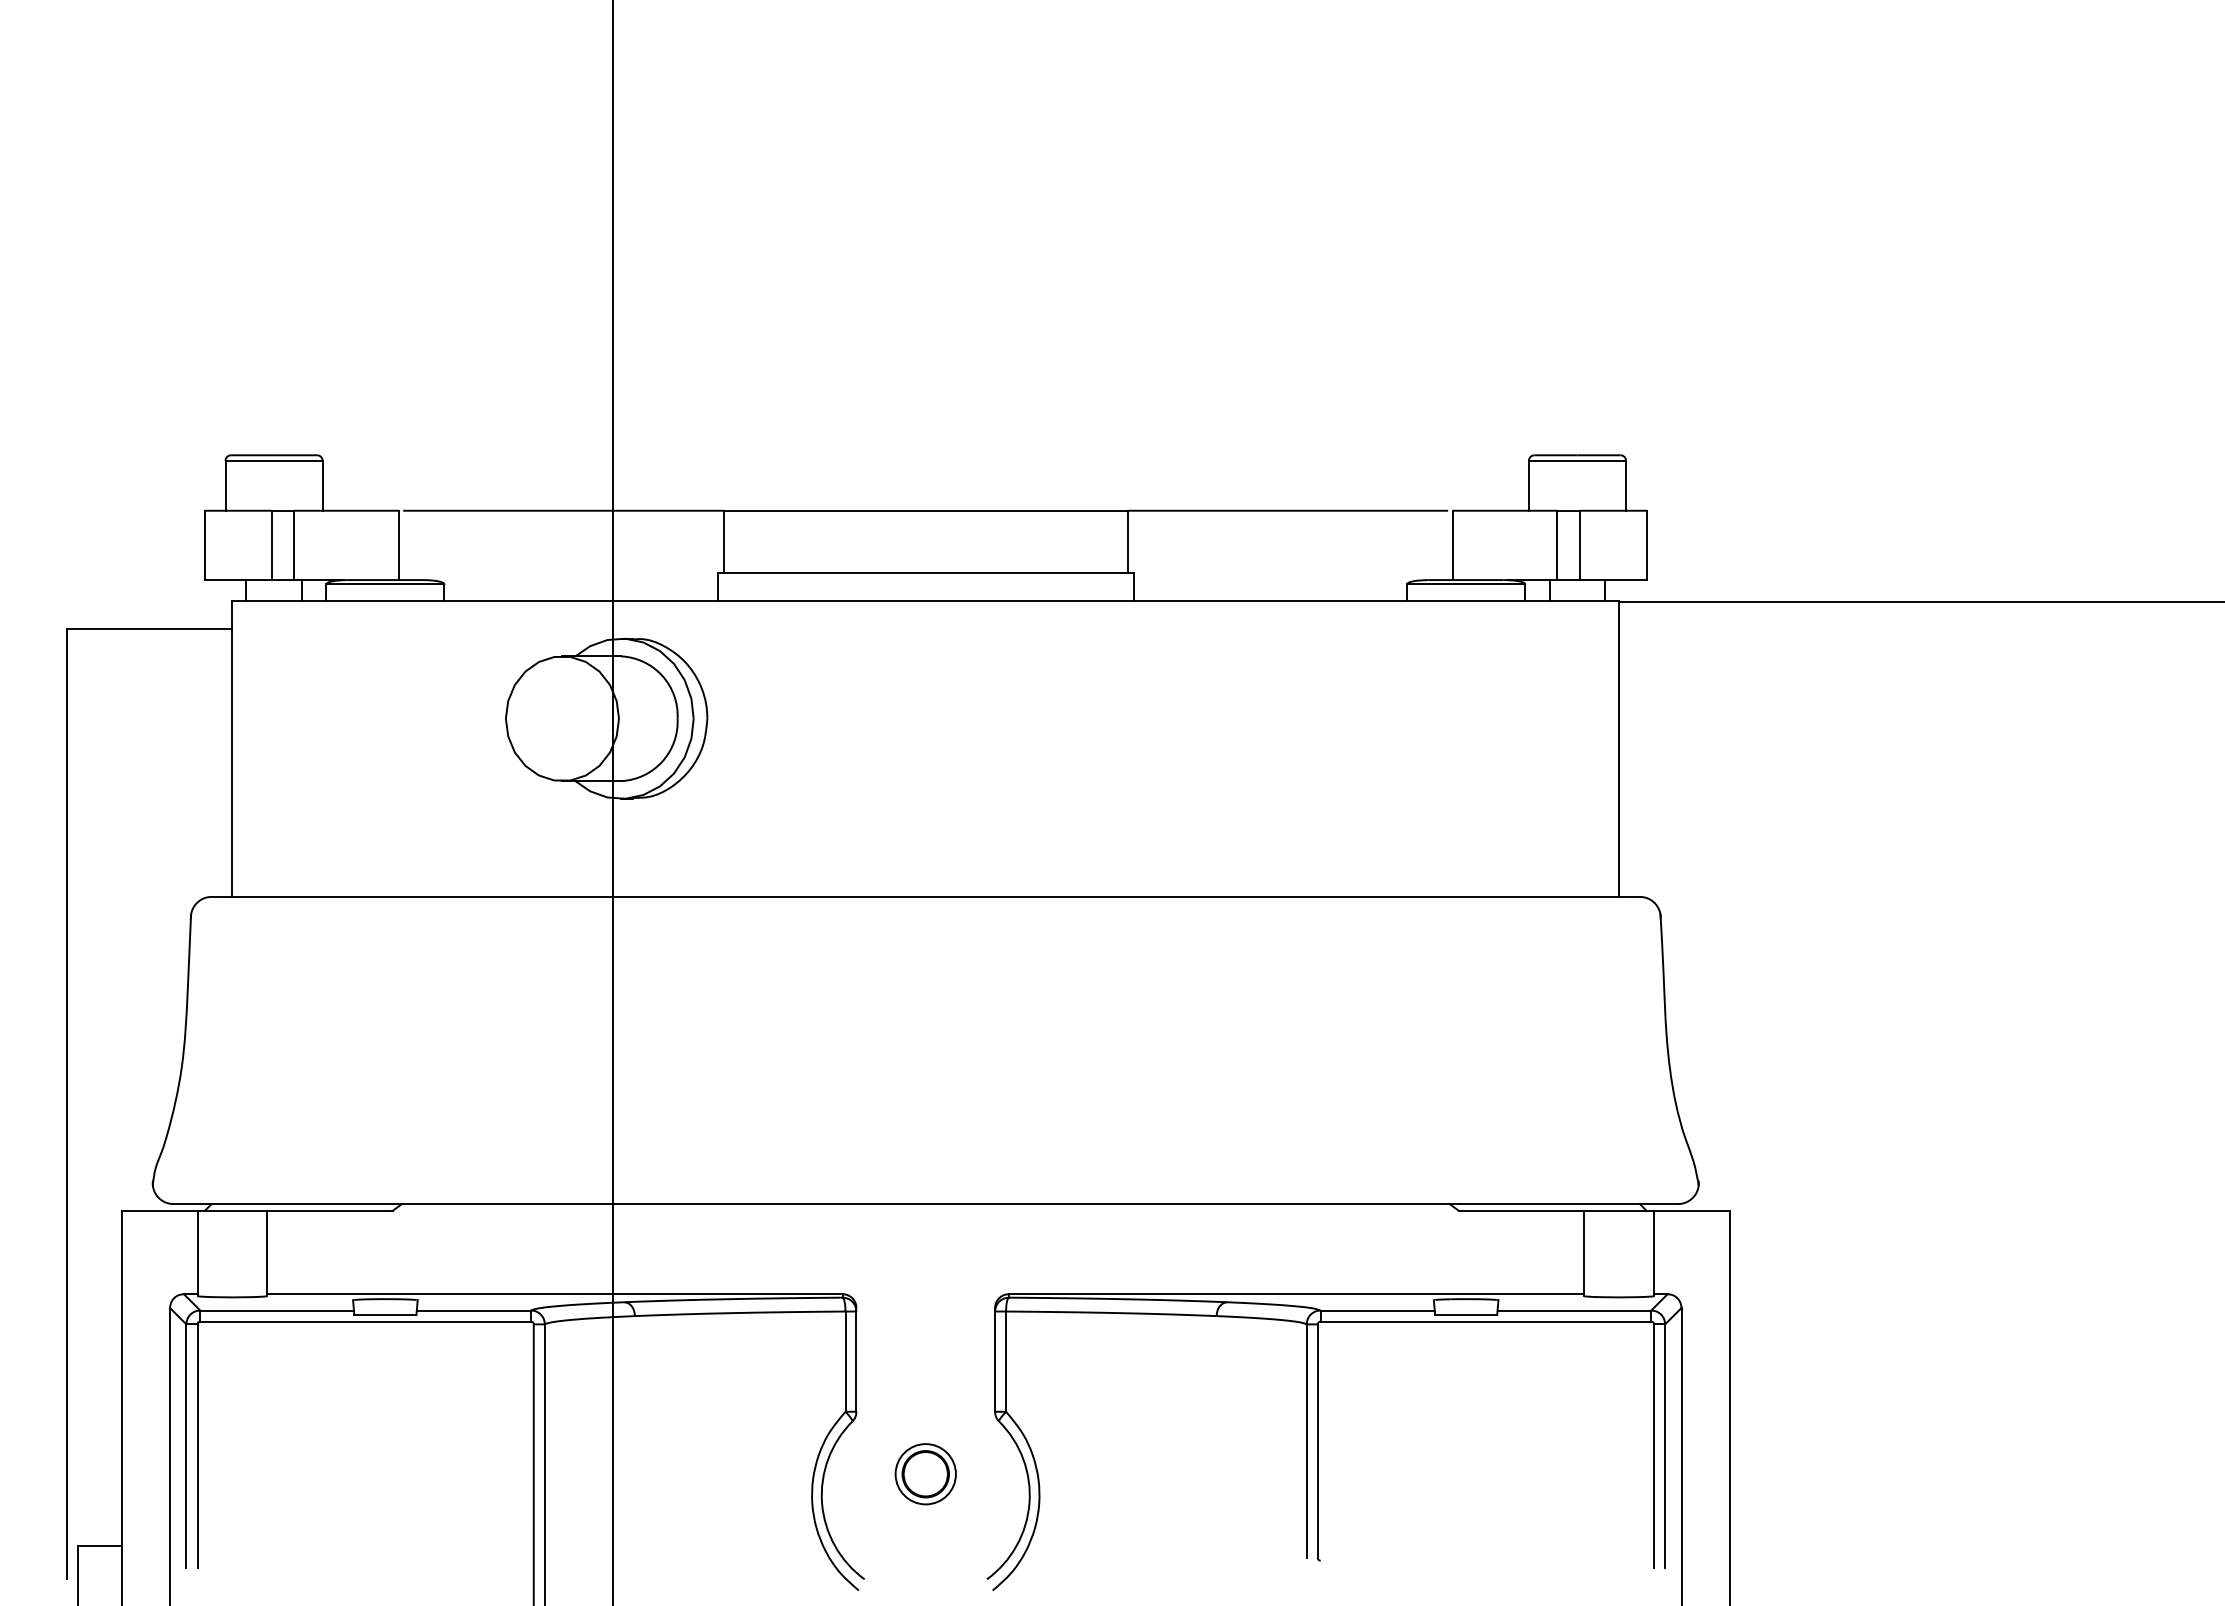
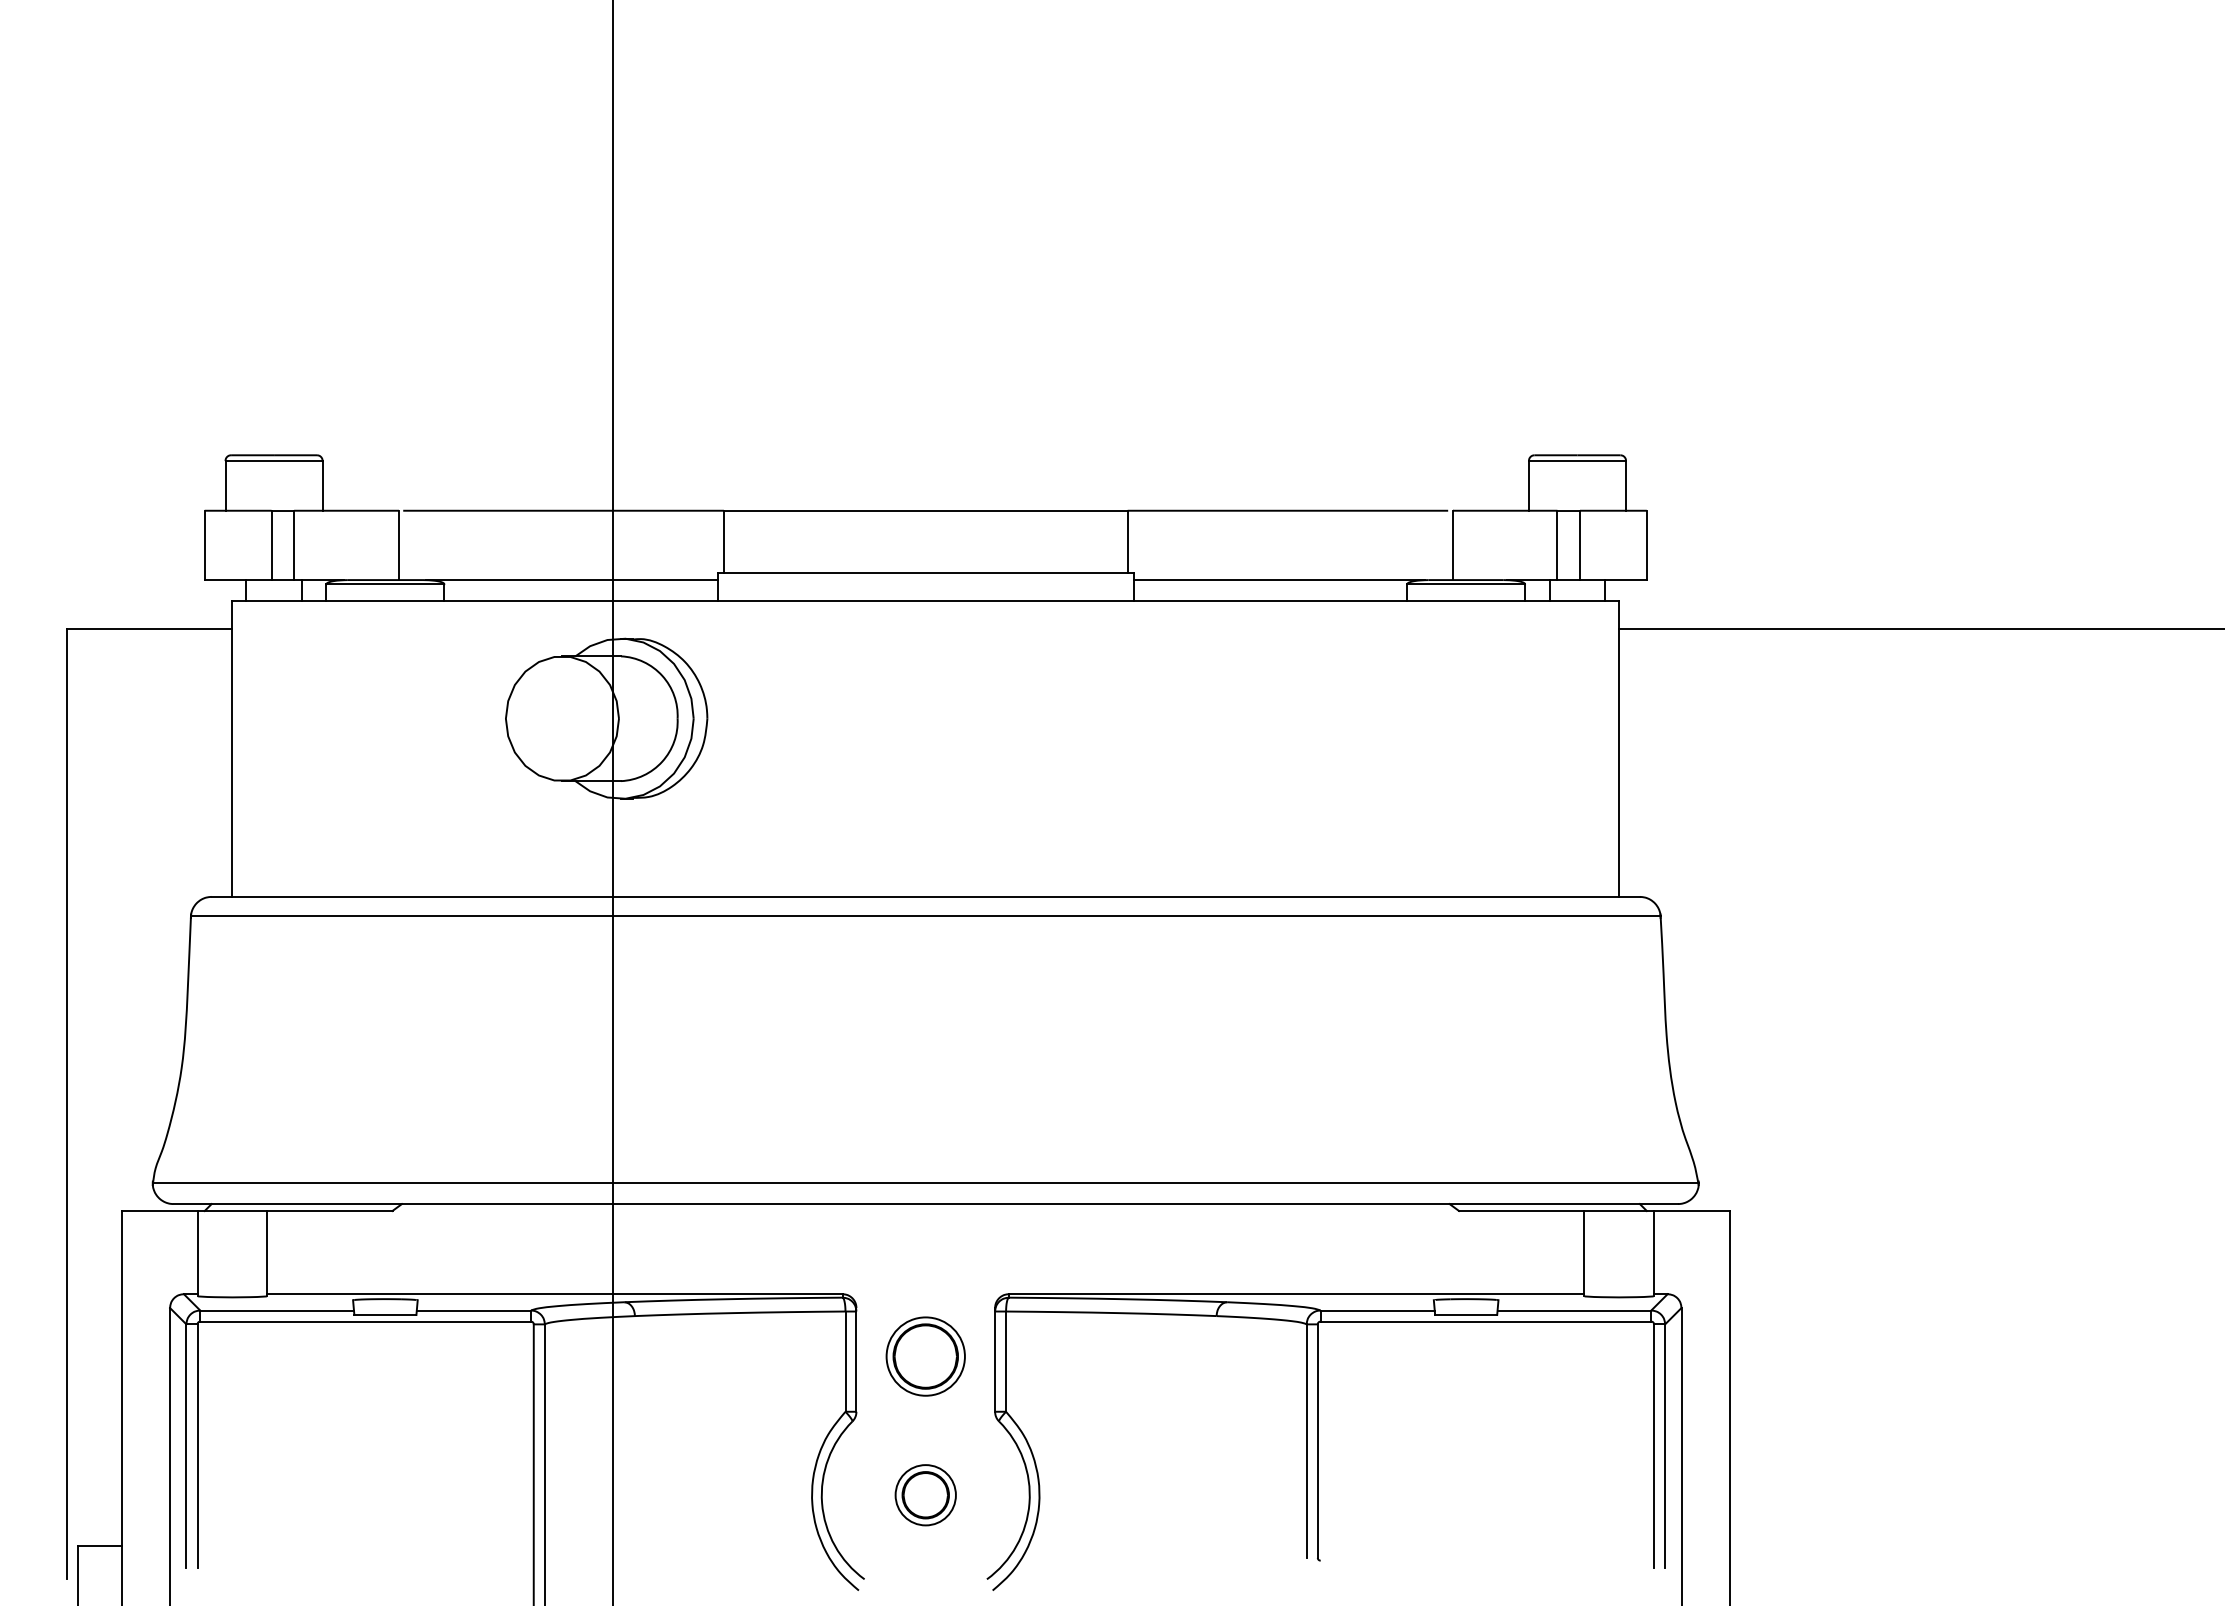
line at (571, 580): none -> present
line at (1278, 580): none -> present
line at (1920, 601) position: (1920, 601) -> (1920, 628)
line at (925, 916): none -> present
line at (925, 1183): none -> present
part at (925, 1356): none -> present
part at (925, 1474) position: (925, 1474) -> (925, 1495)
